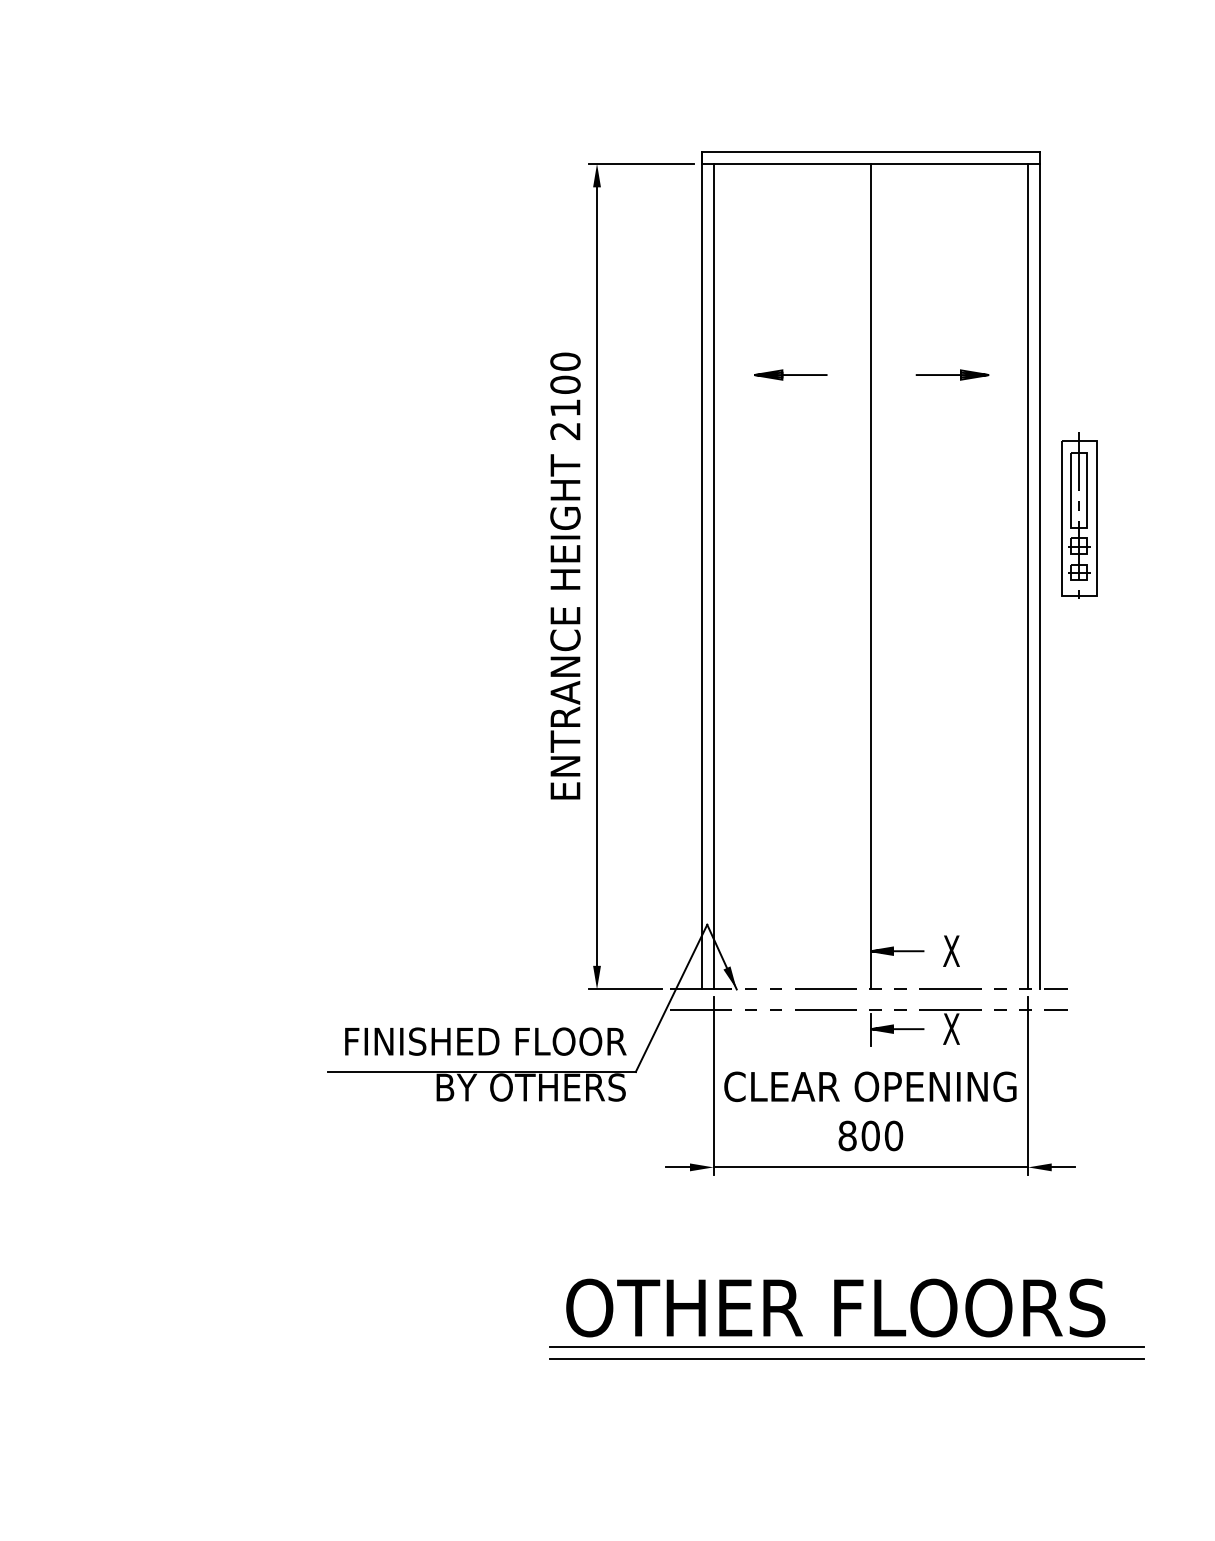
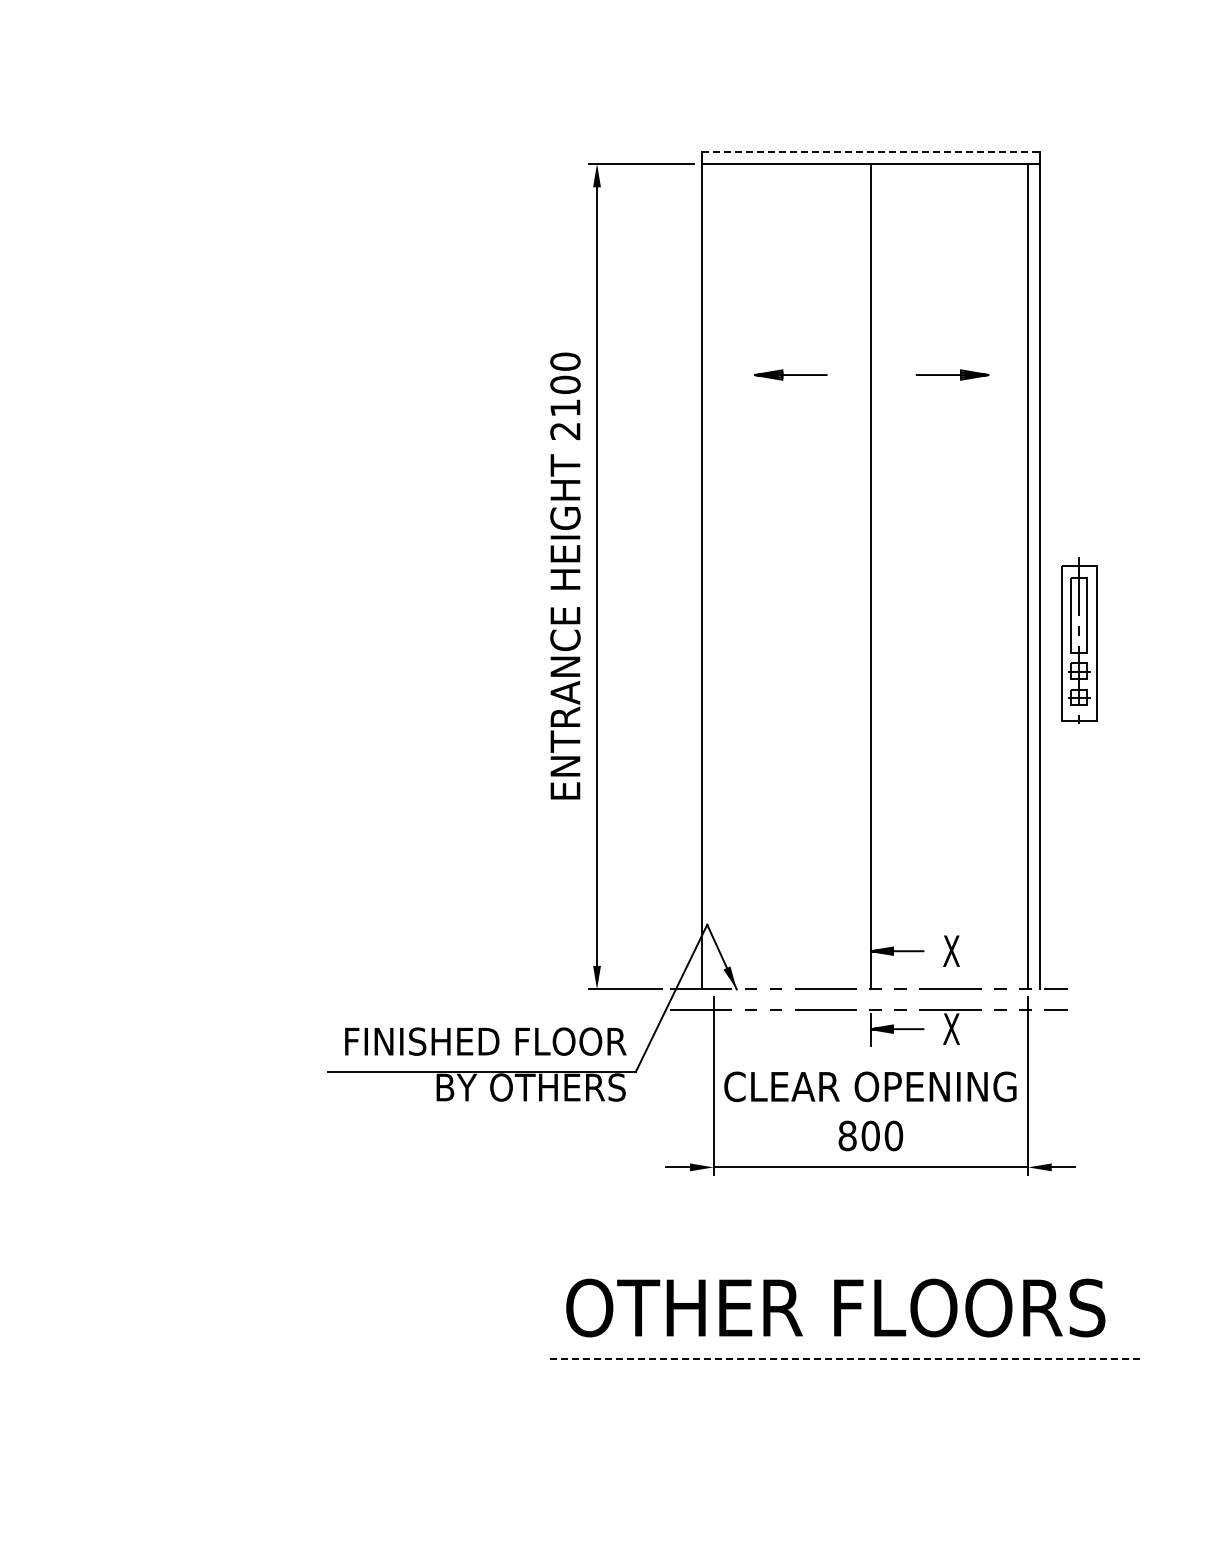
line at (871, 151): solid -> dashed
part at (1079, 515) position: (1079, 515) -> (1079, 640)
line at (713, 576): present -> none
line at (847, 1347): present -> none
line at (847, 1359): solid -> dashed
